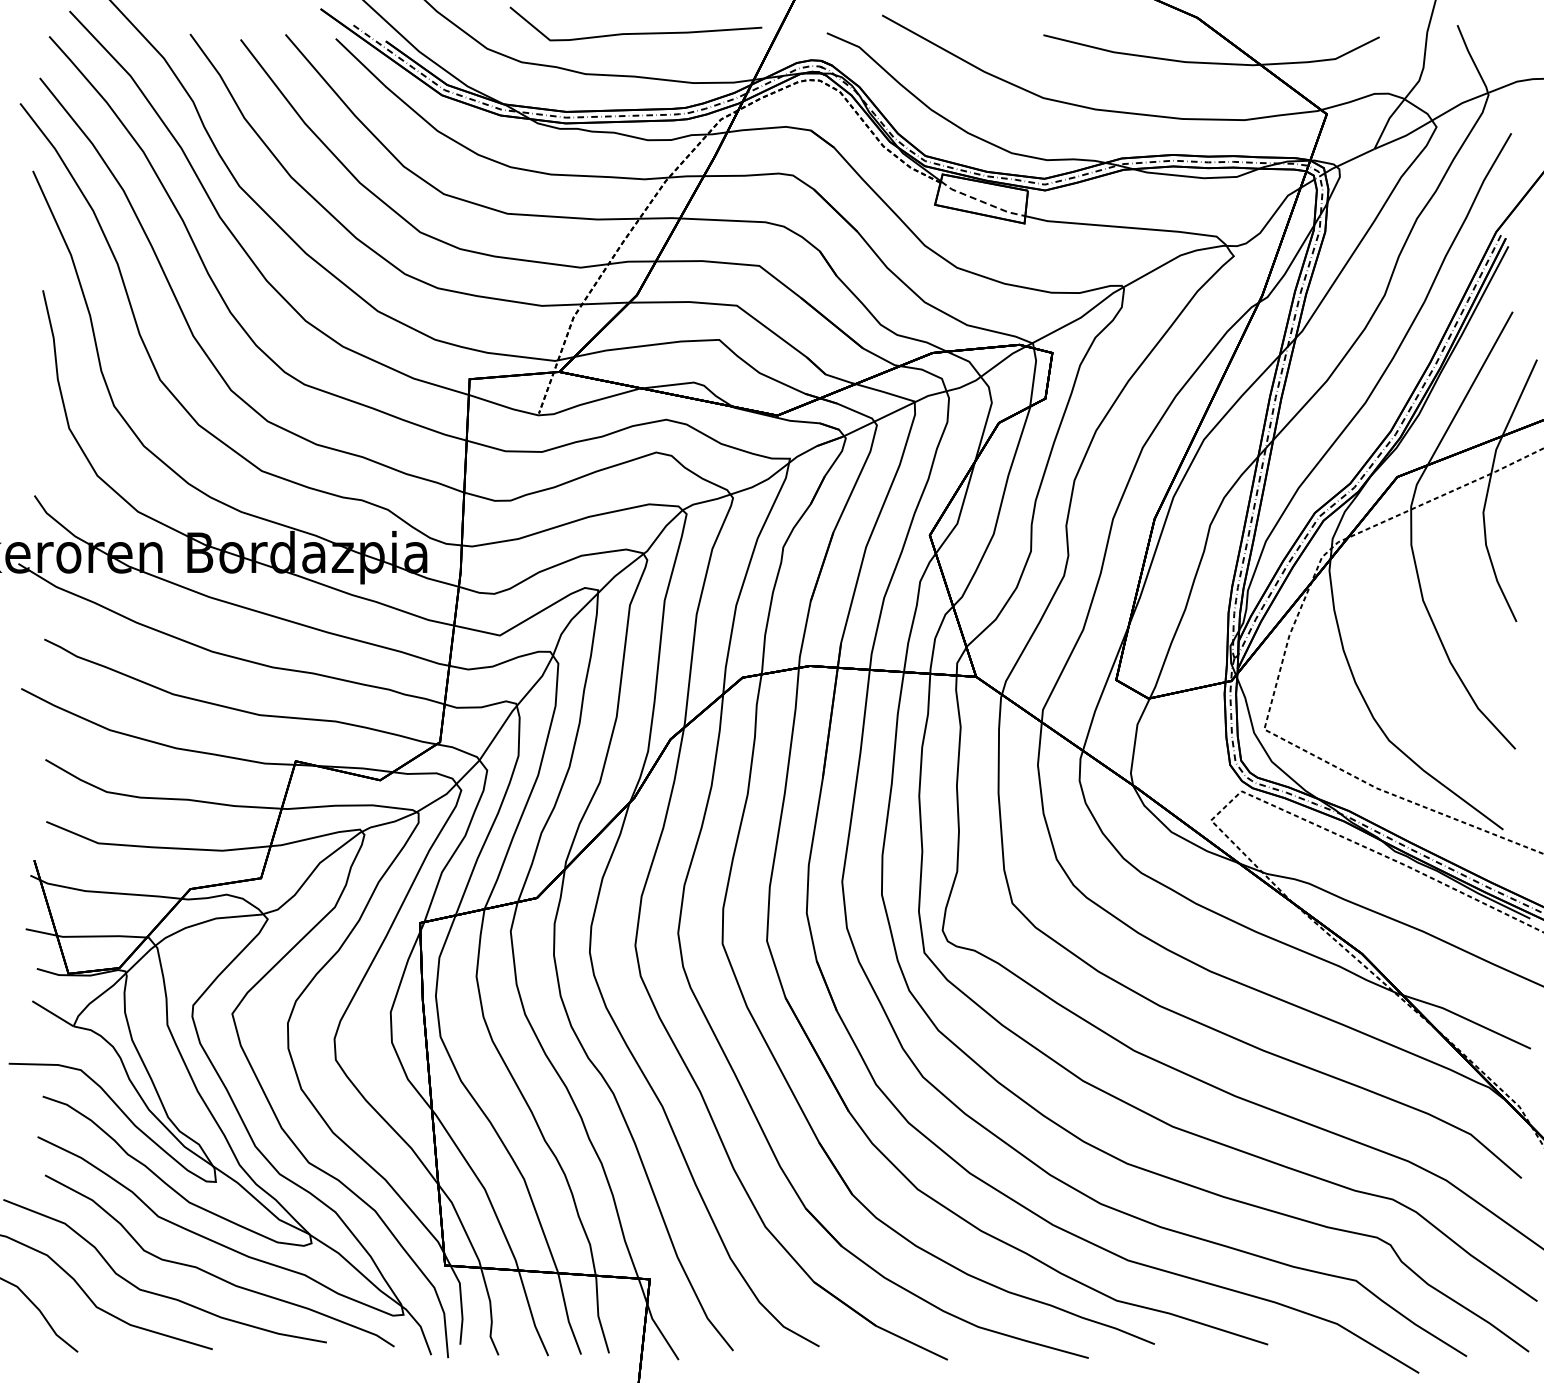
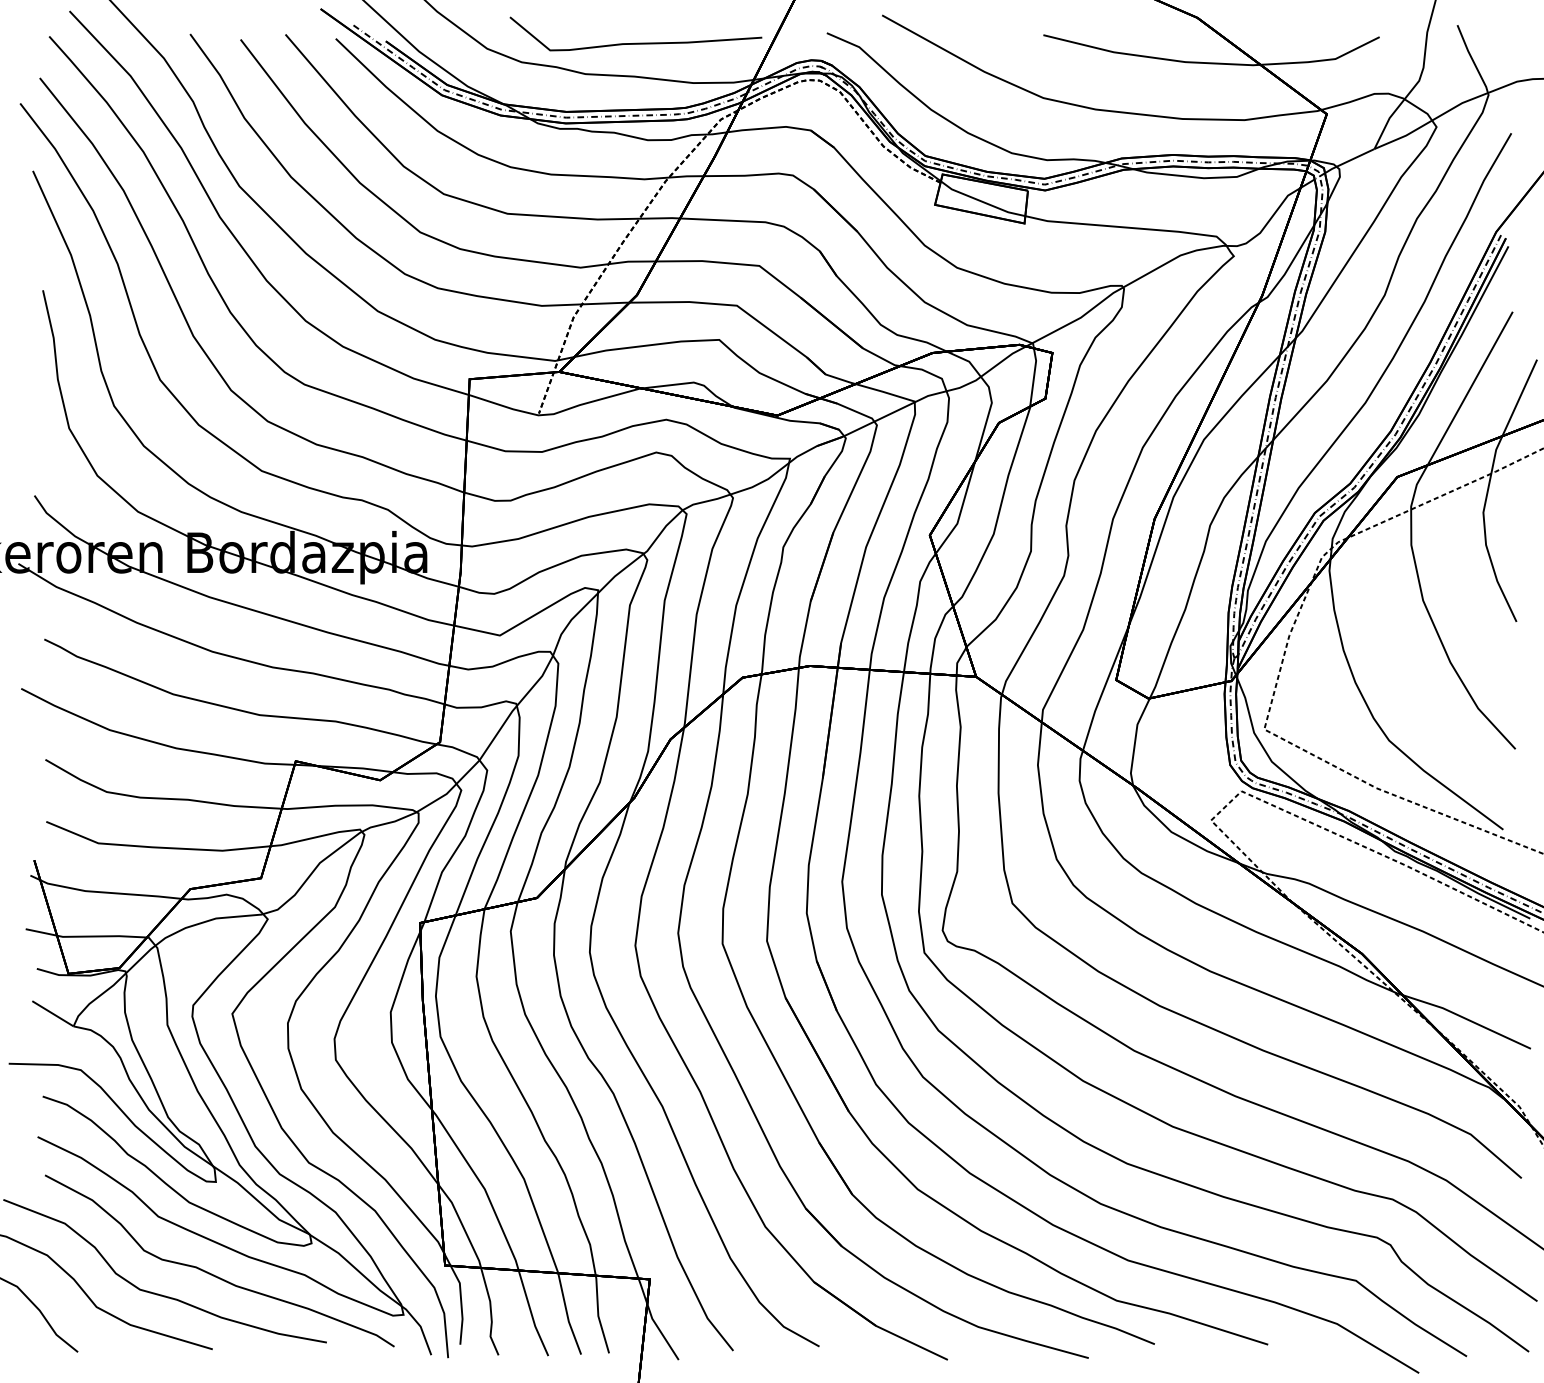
curve at (635, 32) position: (635, 32) -> (635, 42)
line at (982, 201): dashed -> solid
